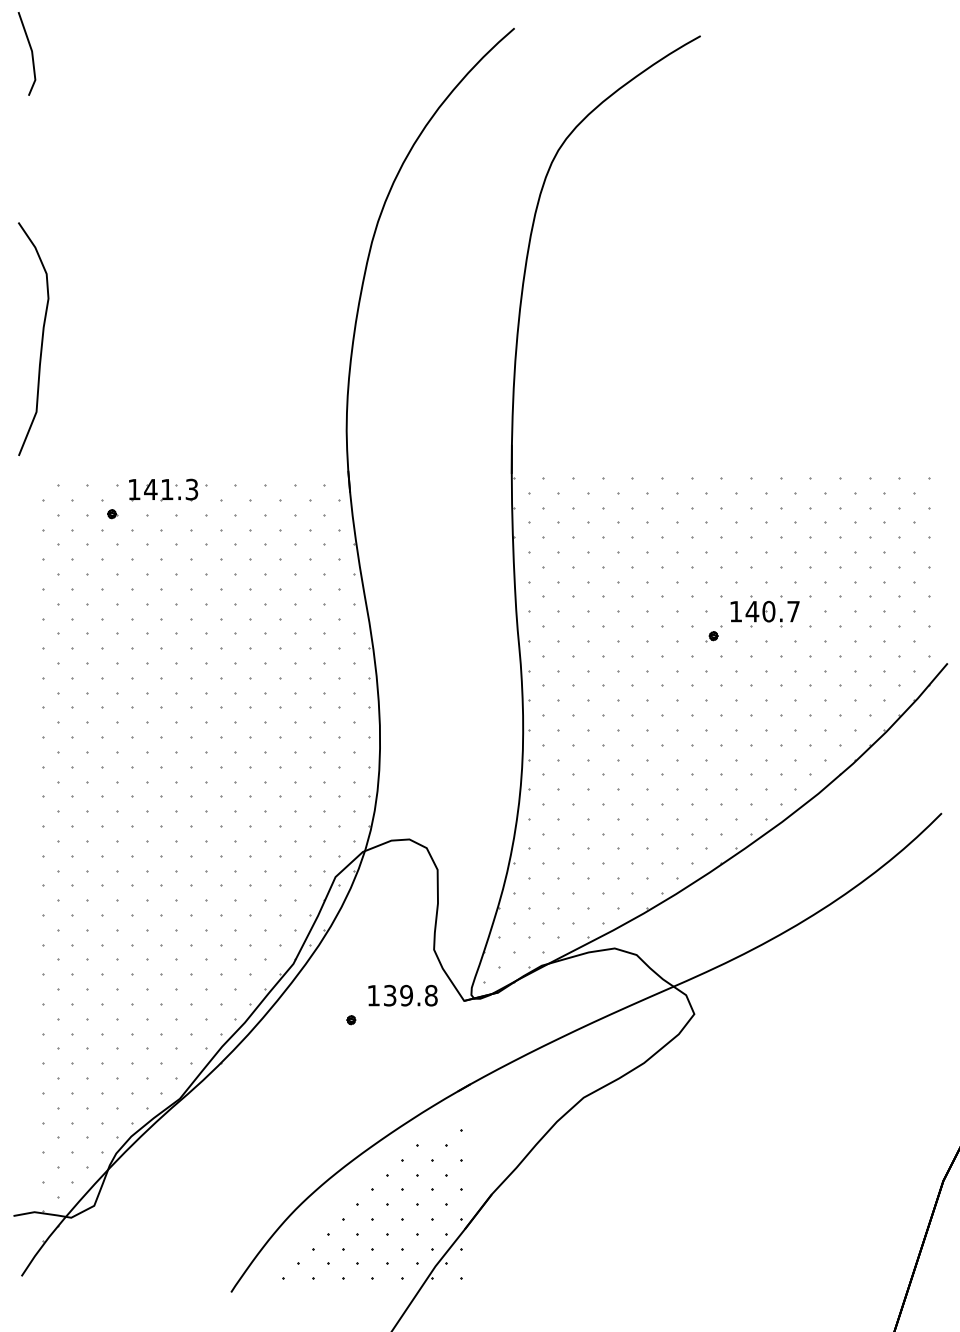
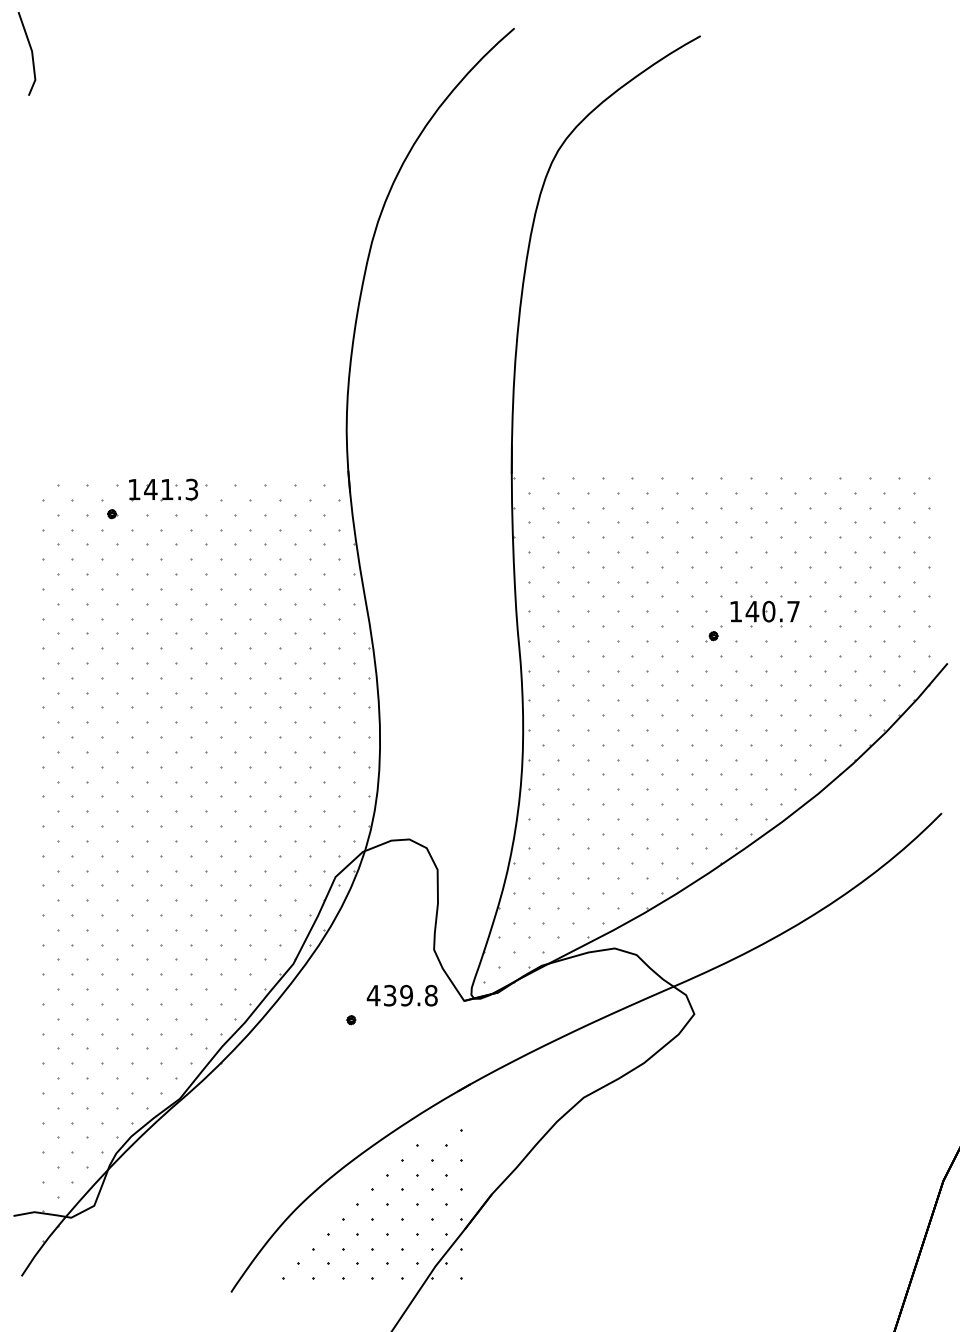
curve at (41, 338): present -> none
text at (373, 995): 139.8 -> 439.8
